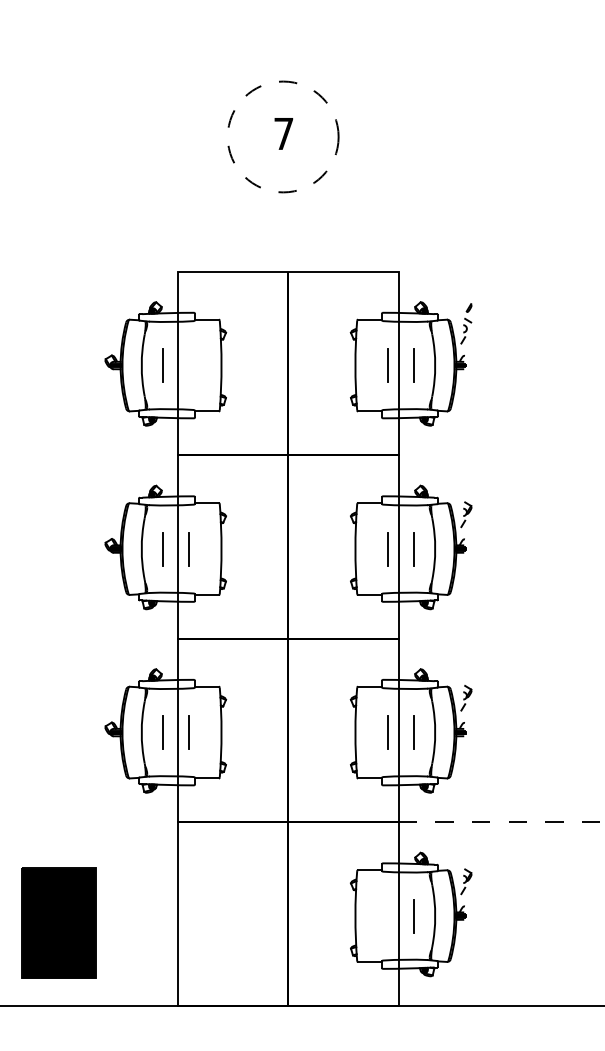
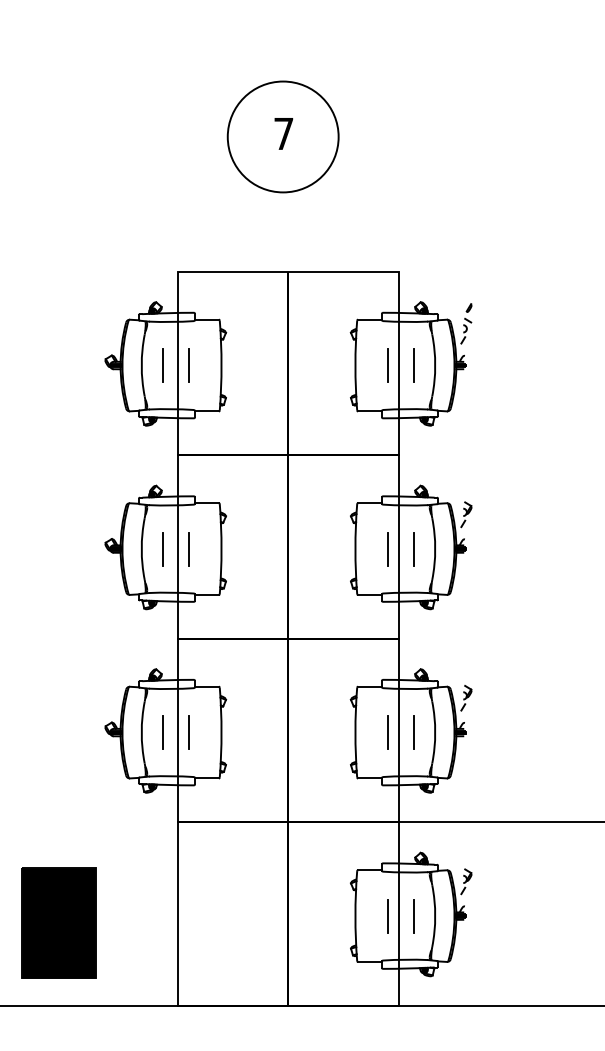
circle at (282, 136): dashed -> solid
line at (188, 365): none -> present
line at (501, 822): dashed -> solid
line at (388, 915): none -> present
